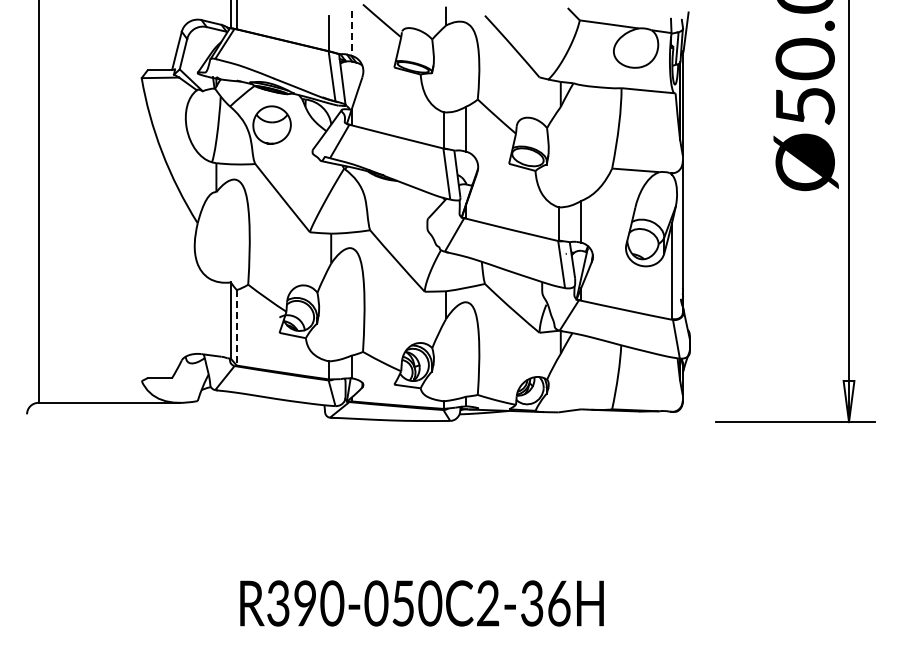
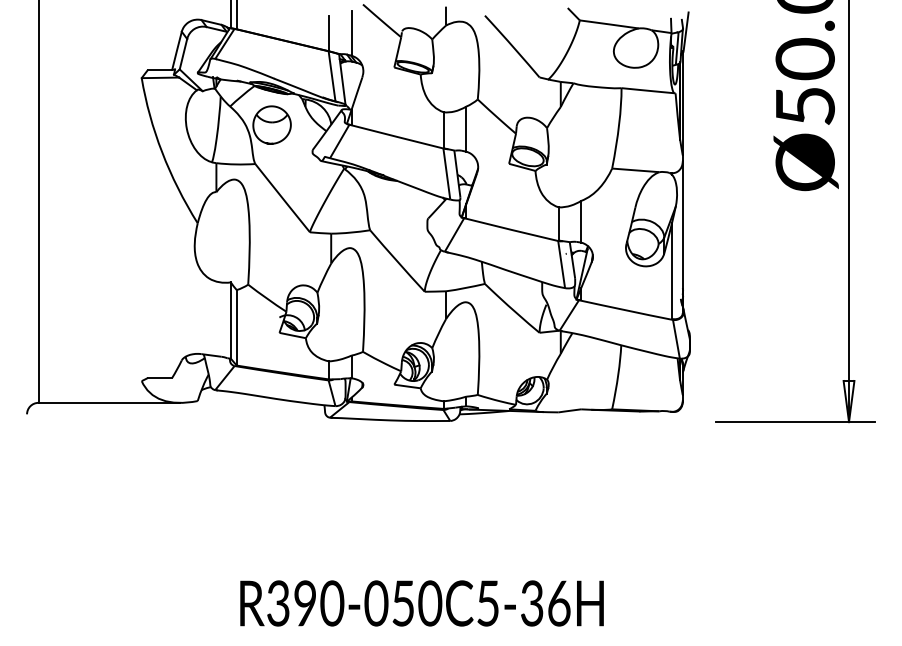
line at (351, 34): dashed -> solid
line at (236, 327): dashed -> solid
text at (488, 603): R390-050C2-36H -> R390-050C5-36H
